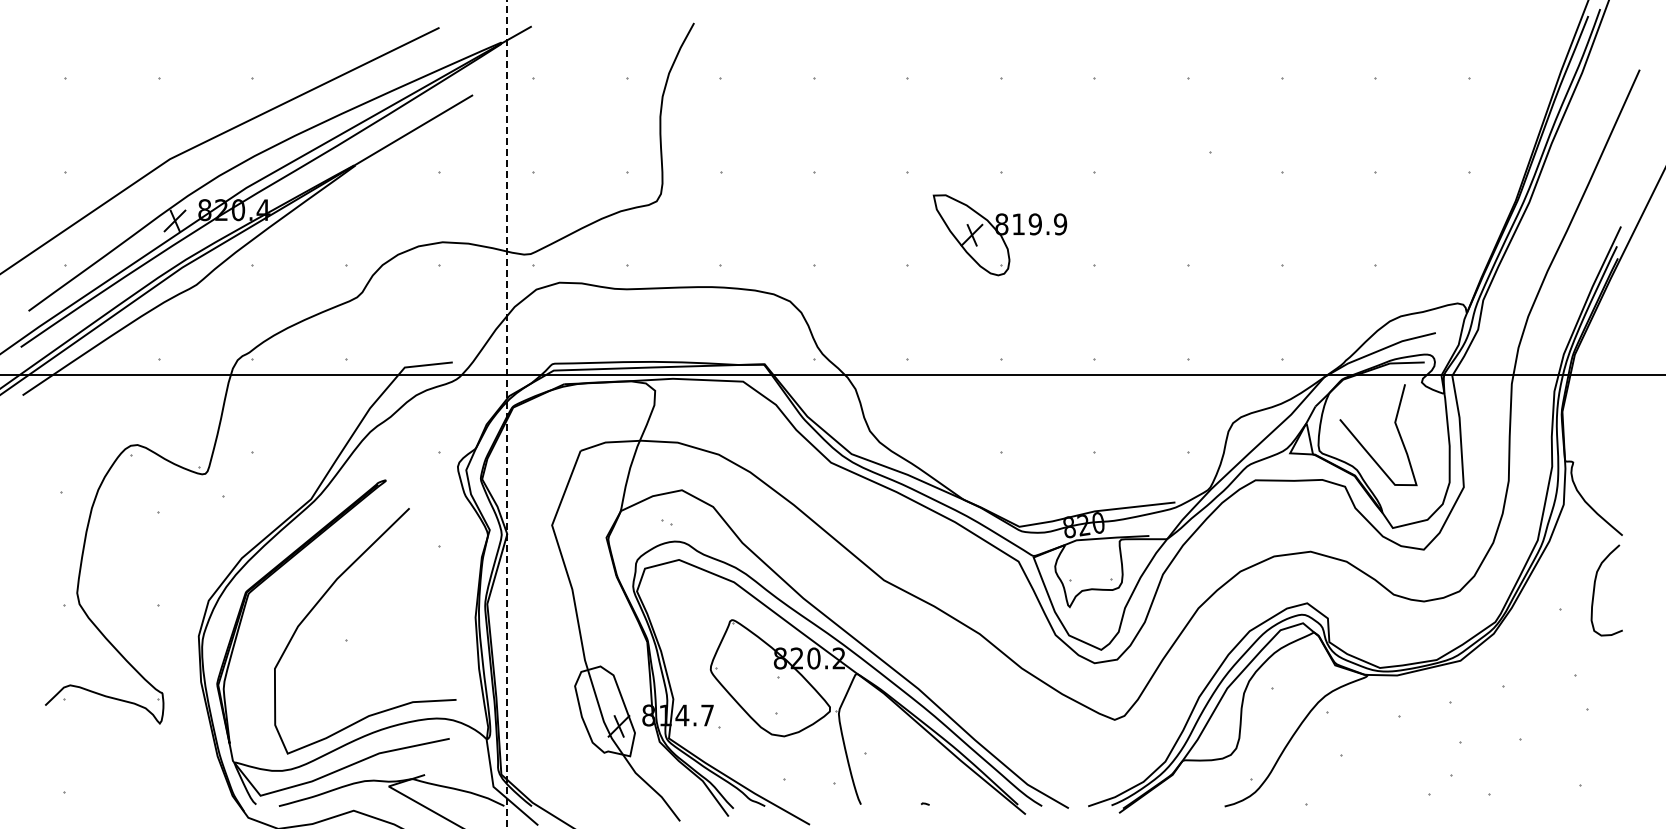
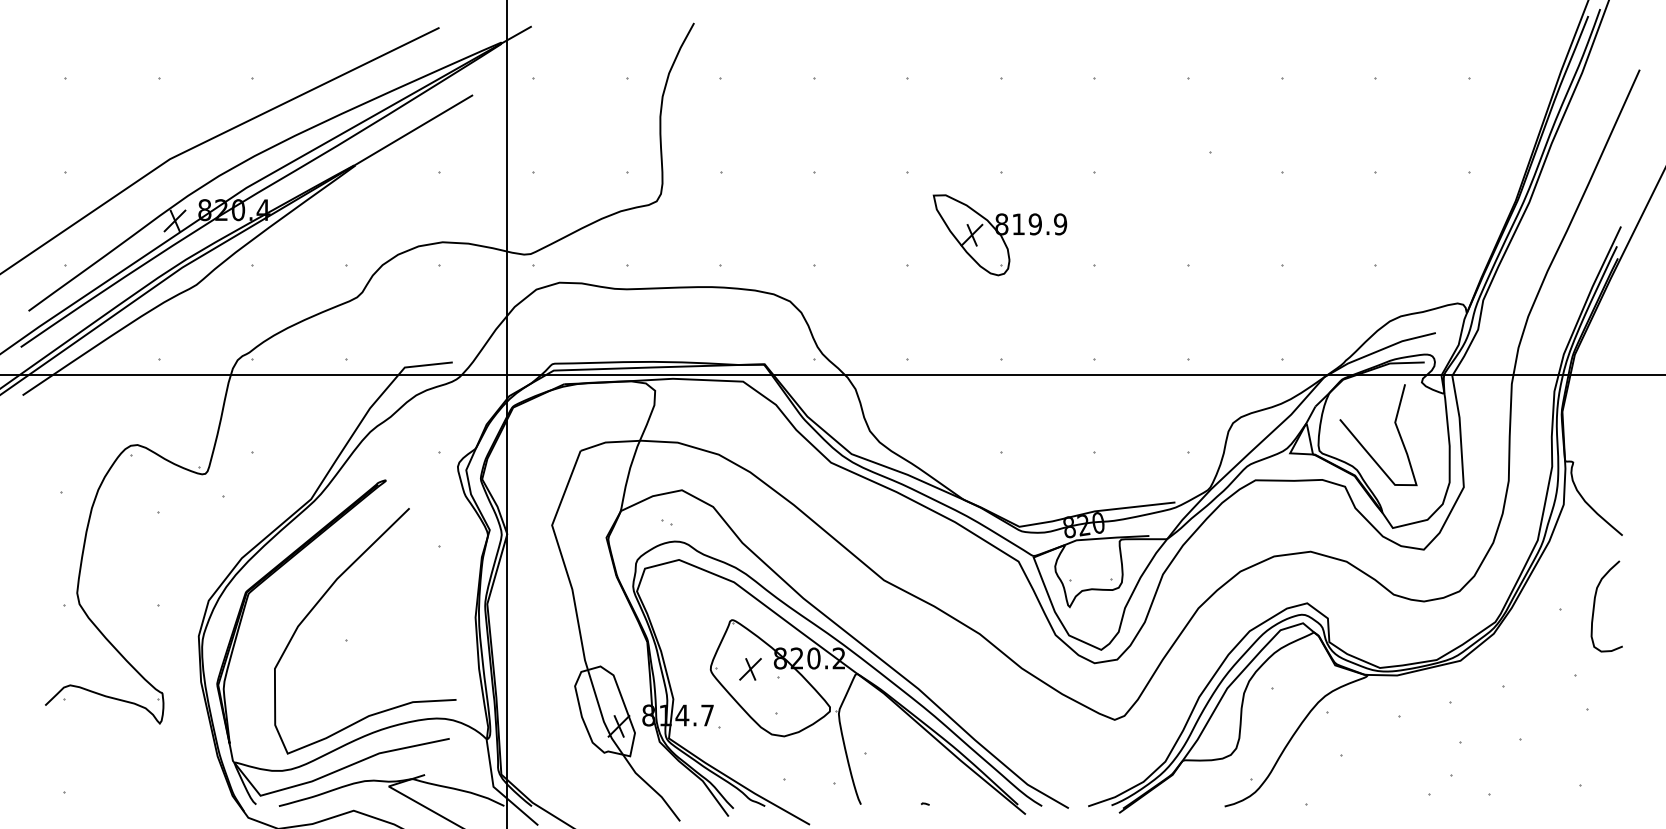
line at (507, 414): dashed -> solid
curve at (1595, 588) position: (1595, 588) -> (1595, 604)
part at (750, 669): none -> present
